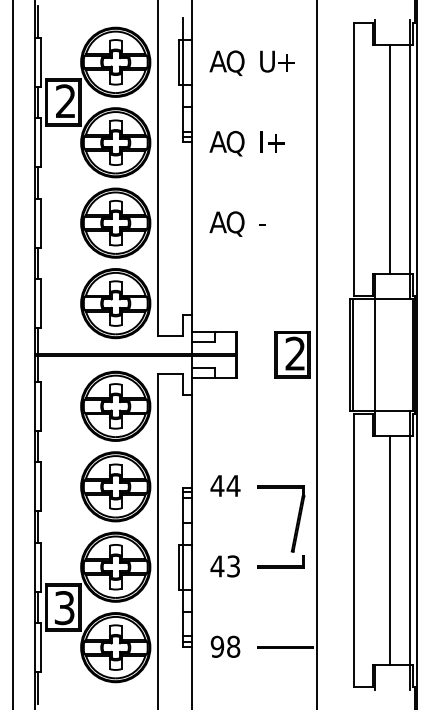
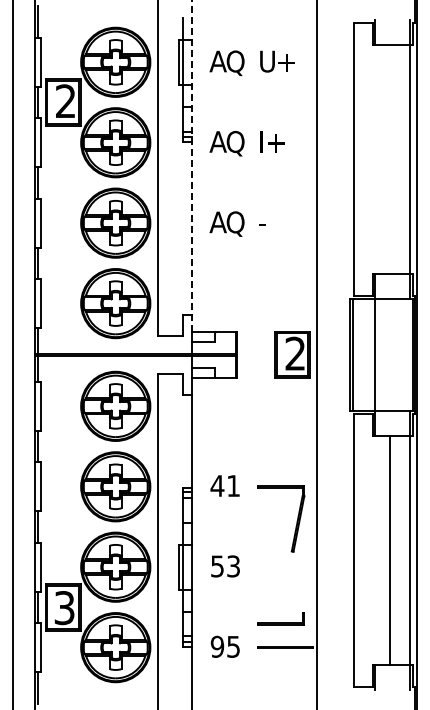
line at (389, 159): present -> none
line at (191, 165): solid -> dashed
text at (233, 485): 4 -> 1
part at (280, 561) position: (280, 561) -> (280, 618)
text at (217, 566): 4 -> 5
text at (233, 646): 8 -> 5
